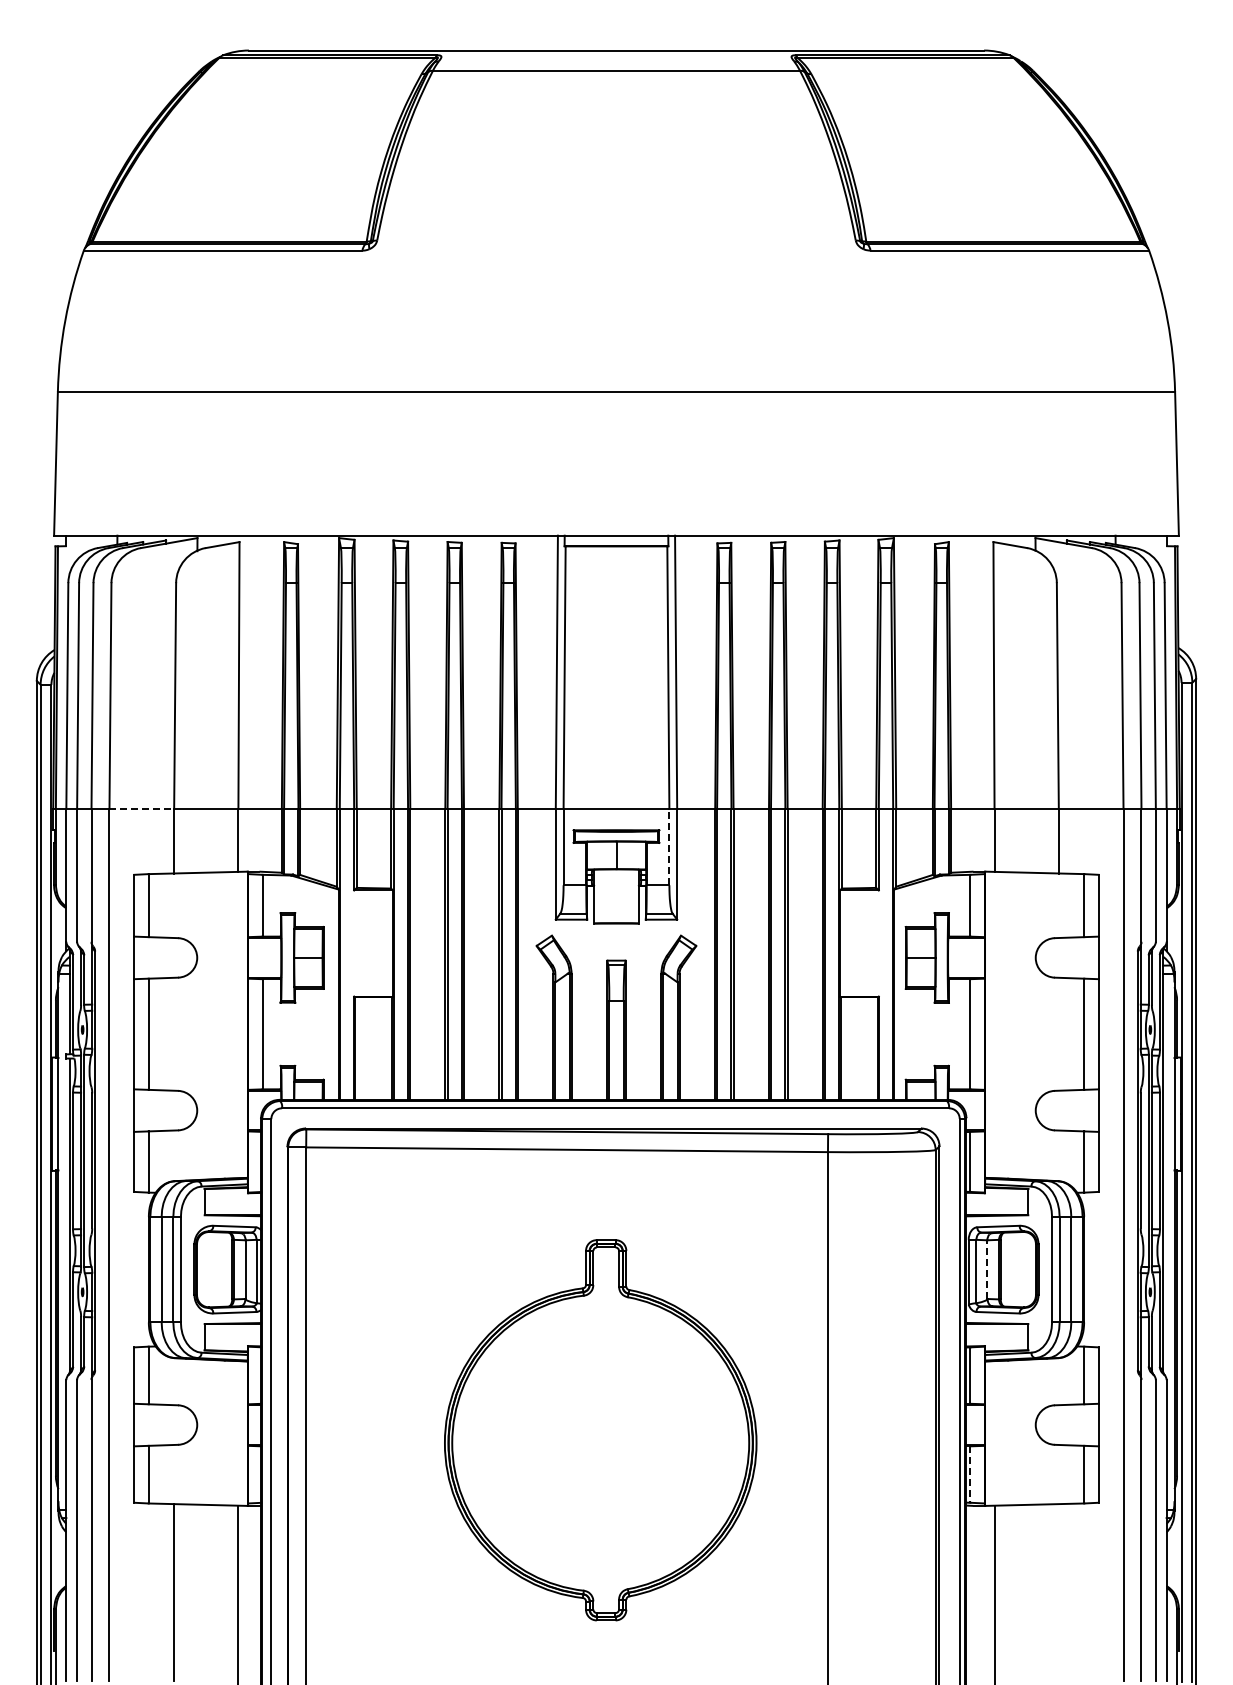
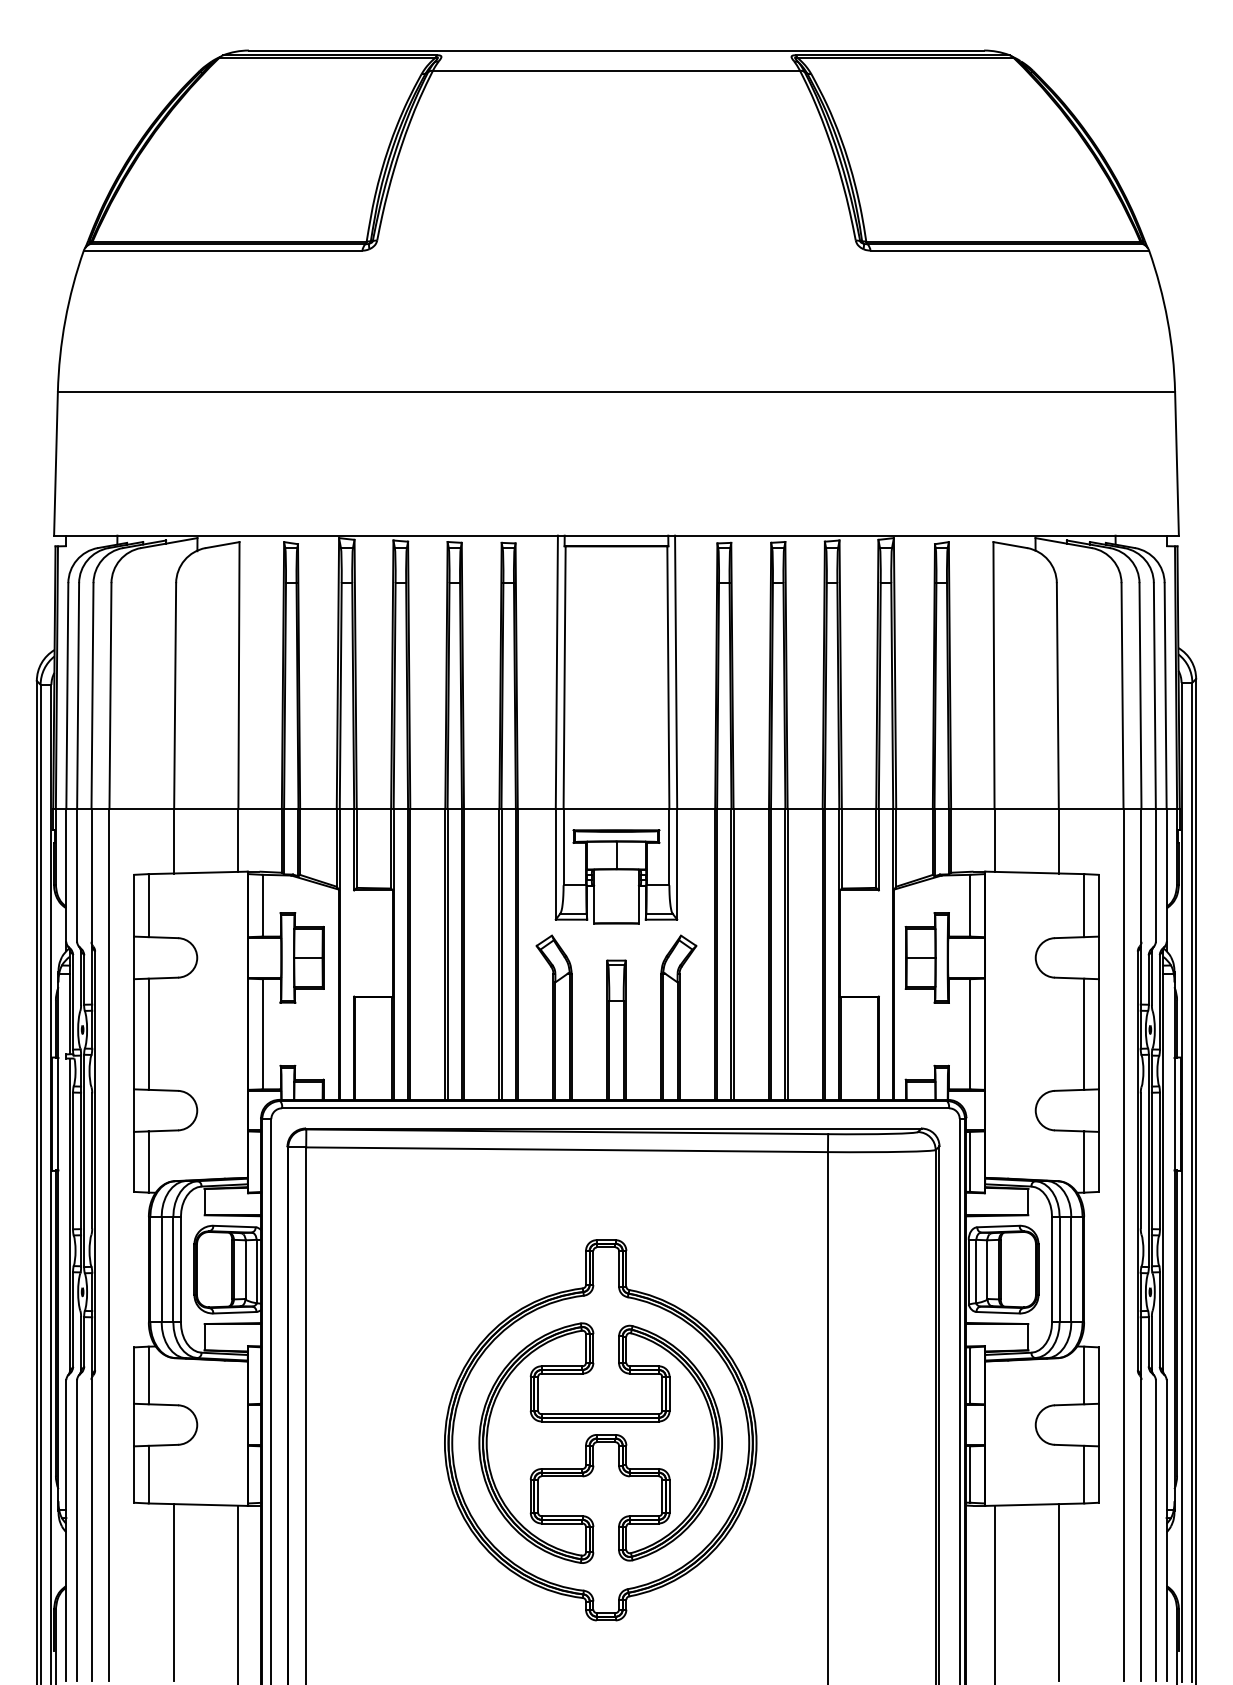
line at (142, 808): dashed -> solid
line at (669, 846): dashed -> solid
line at (987, 1269): dashed -> solid
part at (600, 1442): none -> present
line at (970, 1475): dashed -> solid
line at (1058, 1592): none -> present
